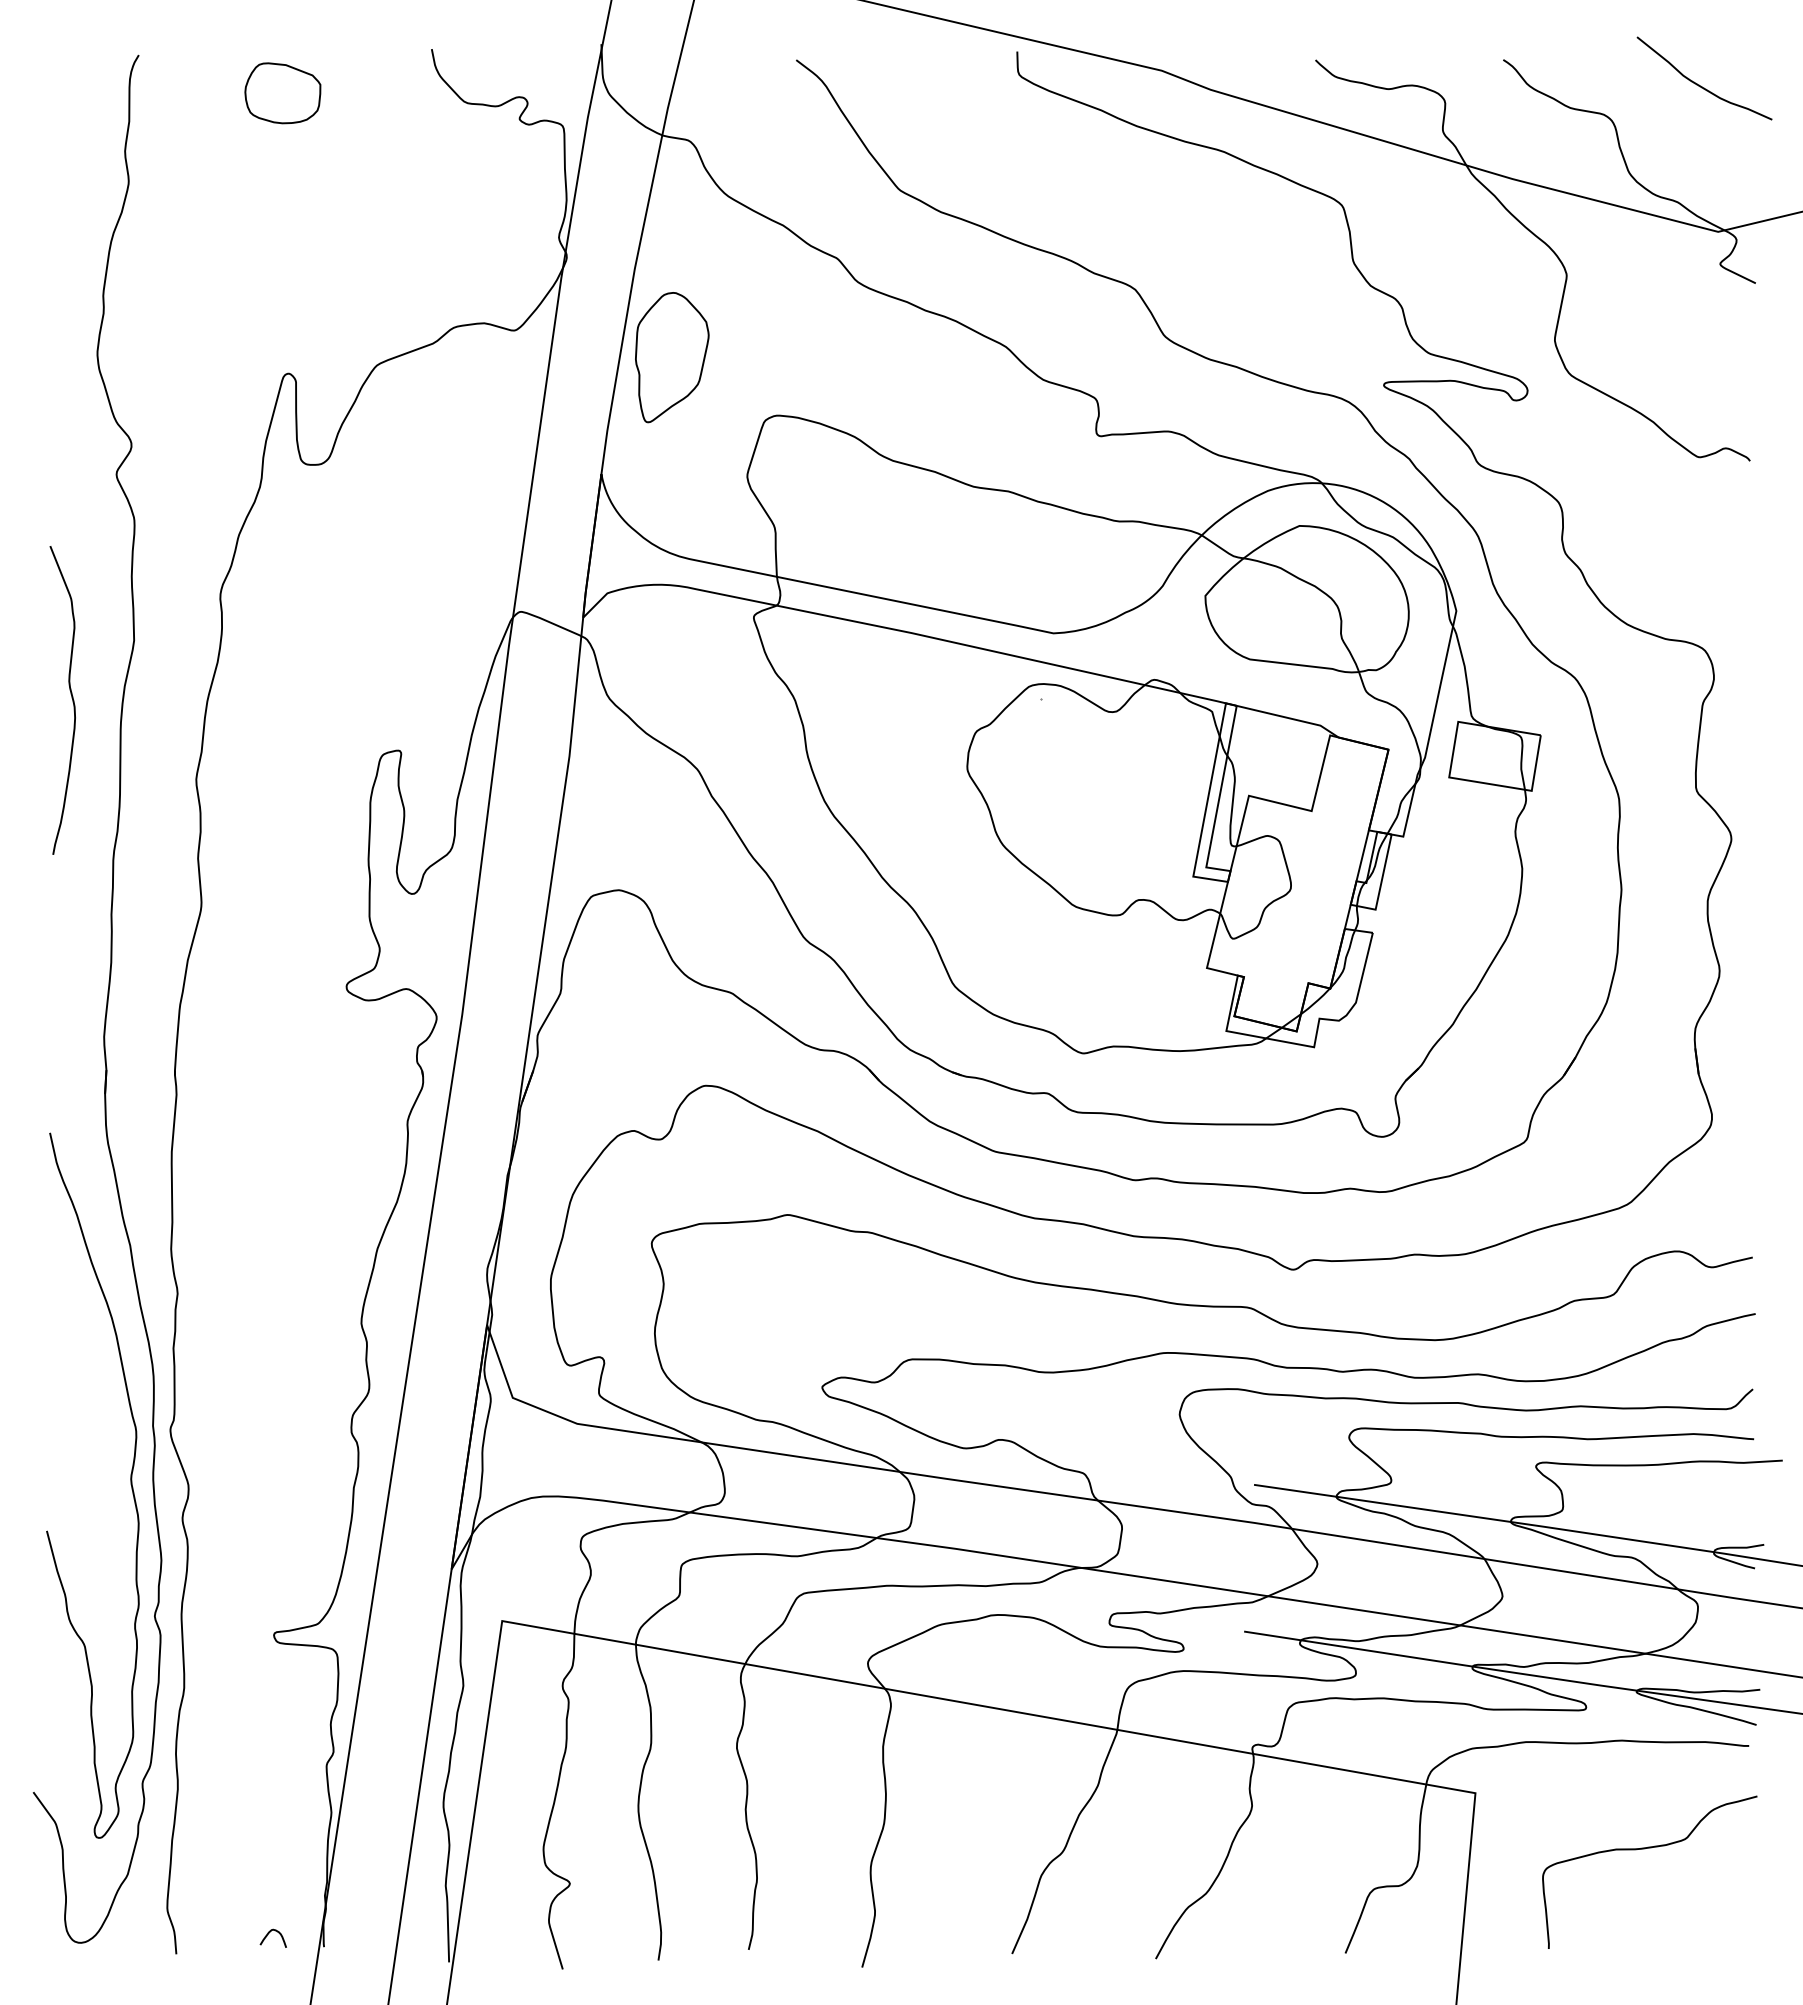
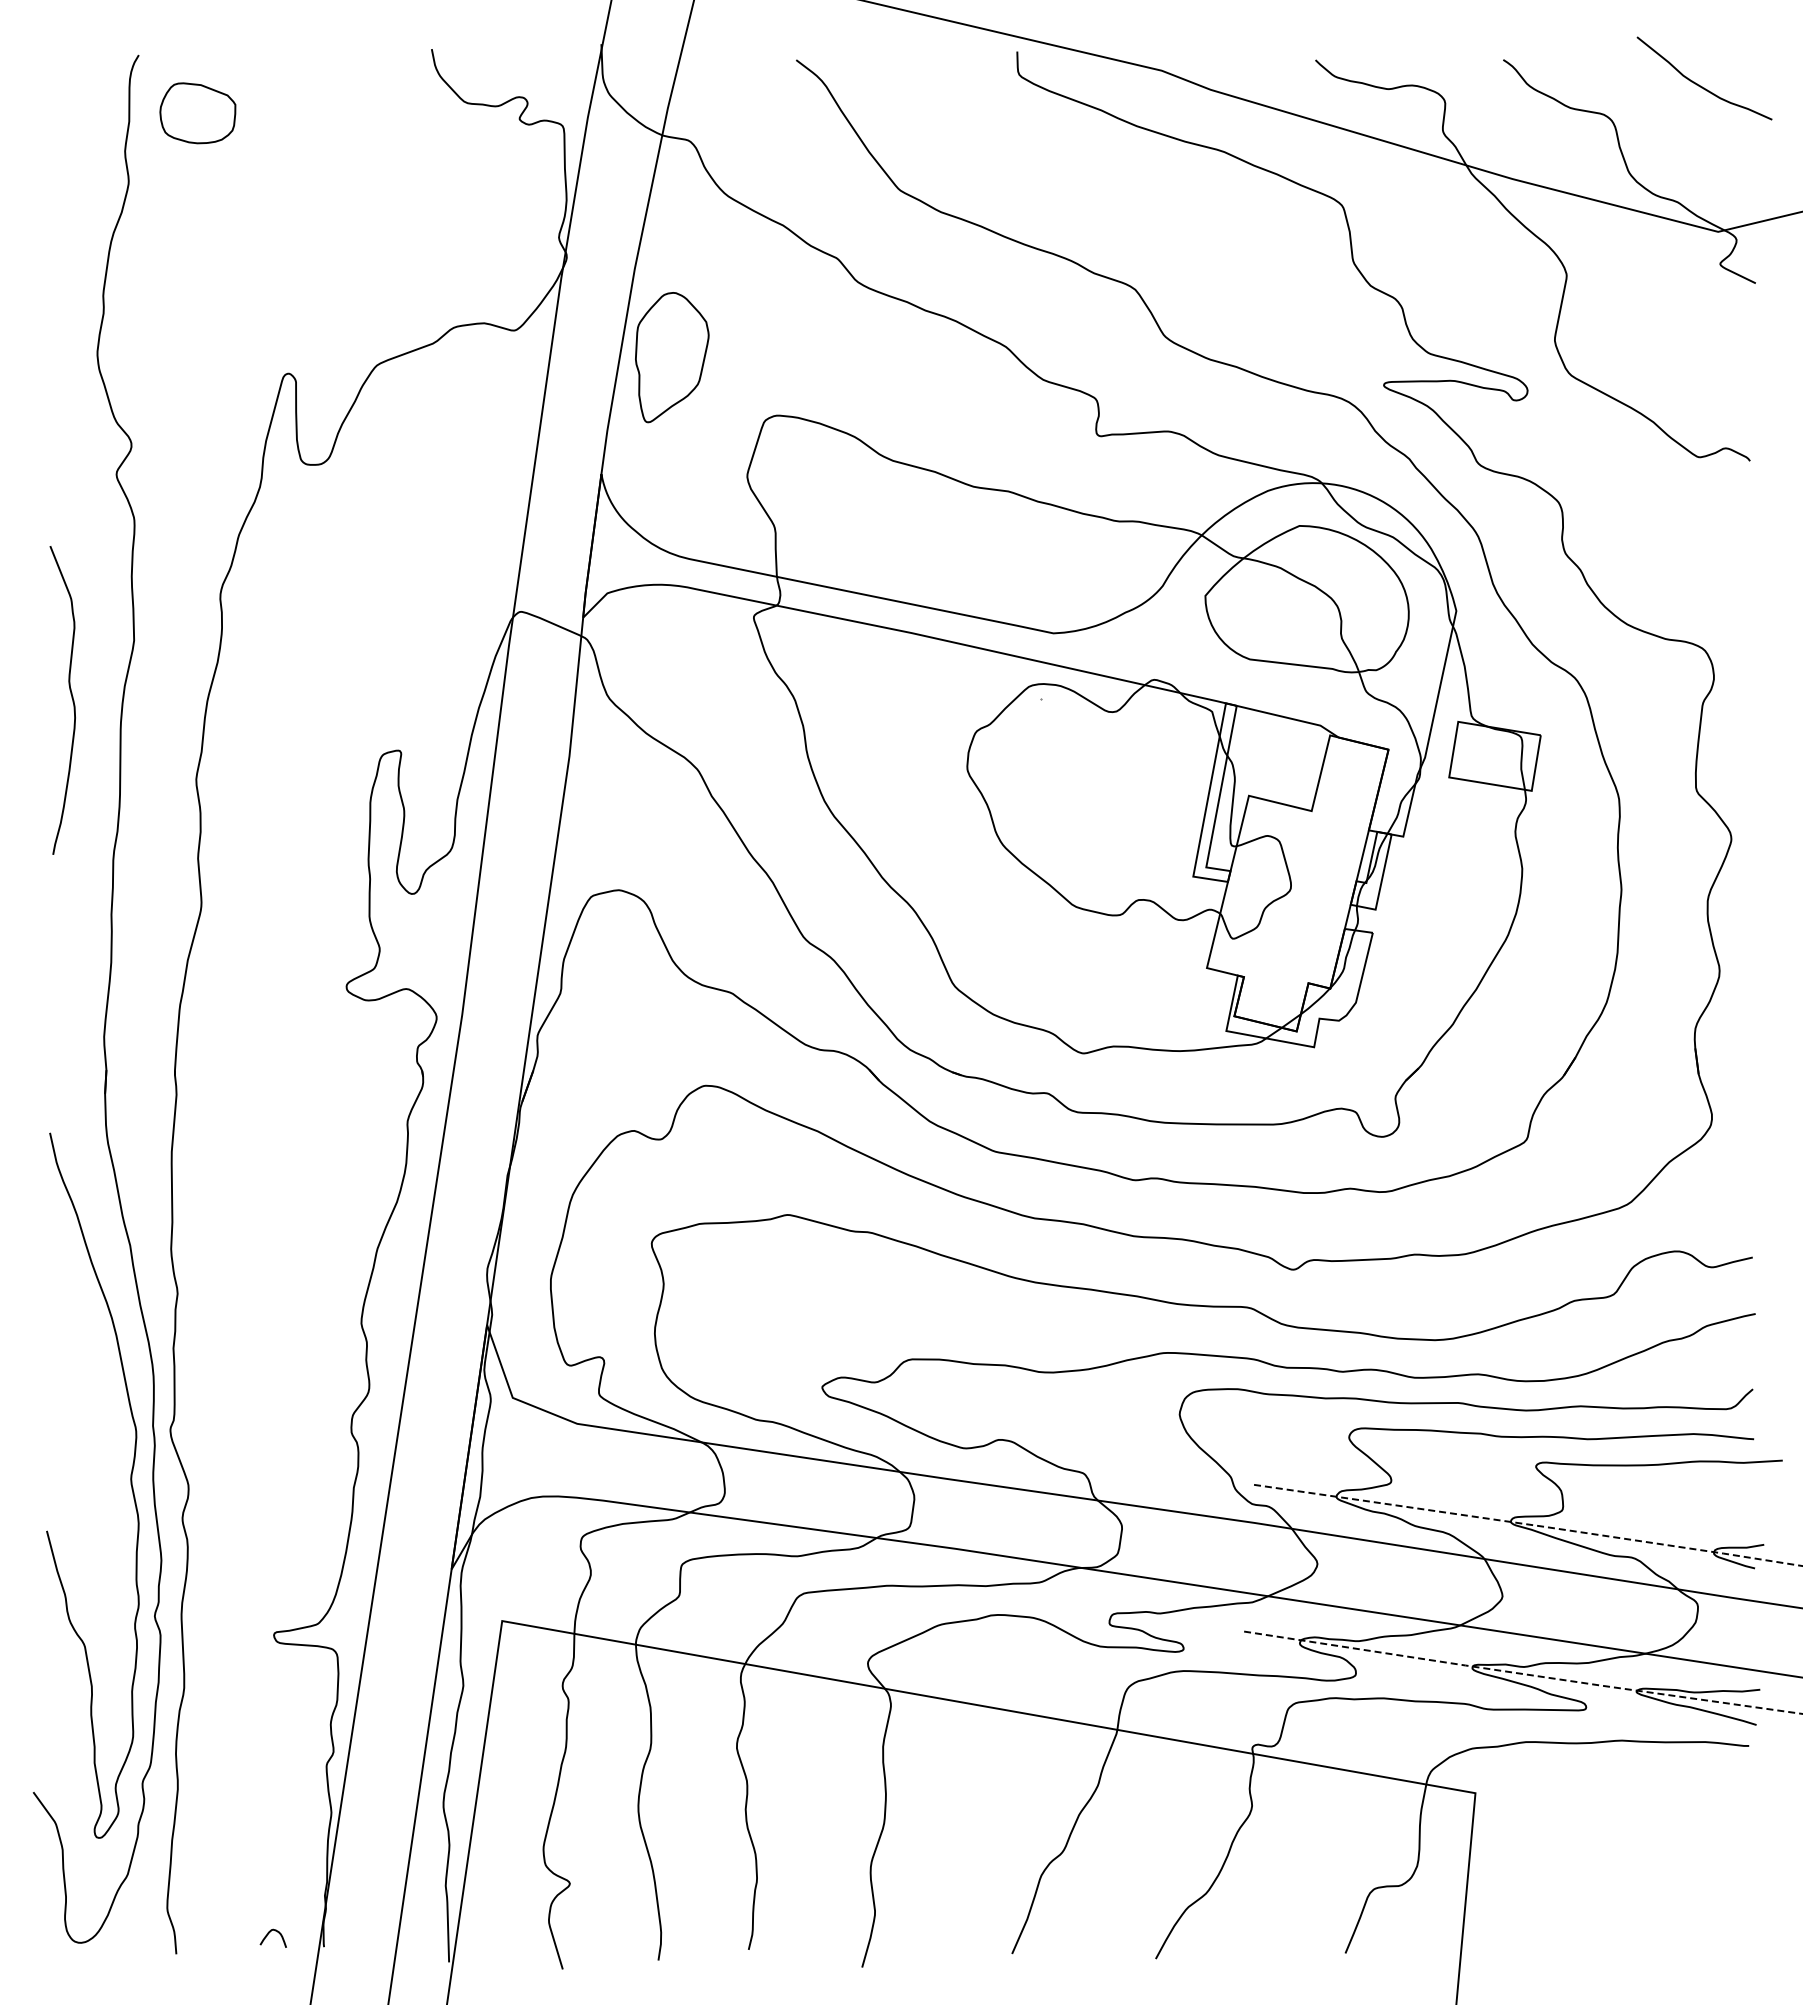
part at (282, 93) position: (282, 93) -> (197, 113)
line at (1529, 1524): solid -> dashed
line at (1523, 1674): solid -> dashed
curve at (1645, 1849): present -> none
